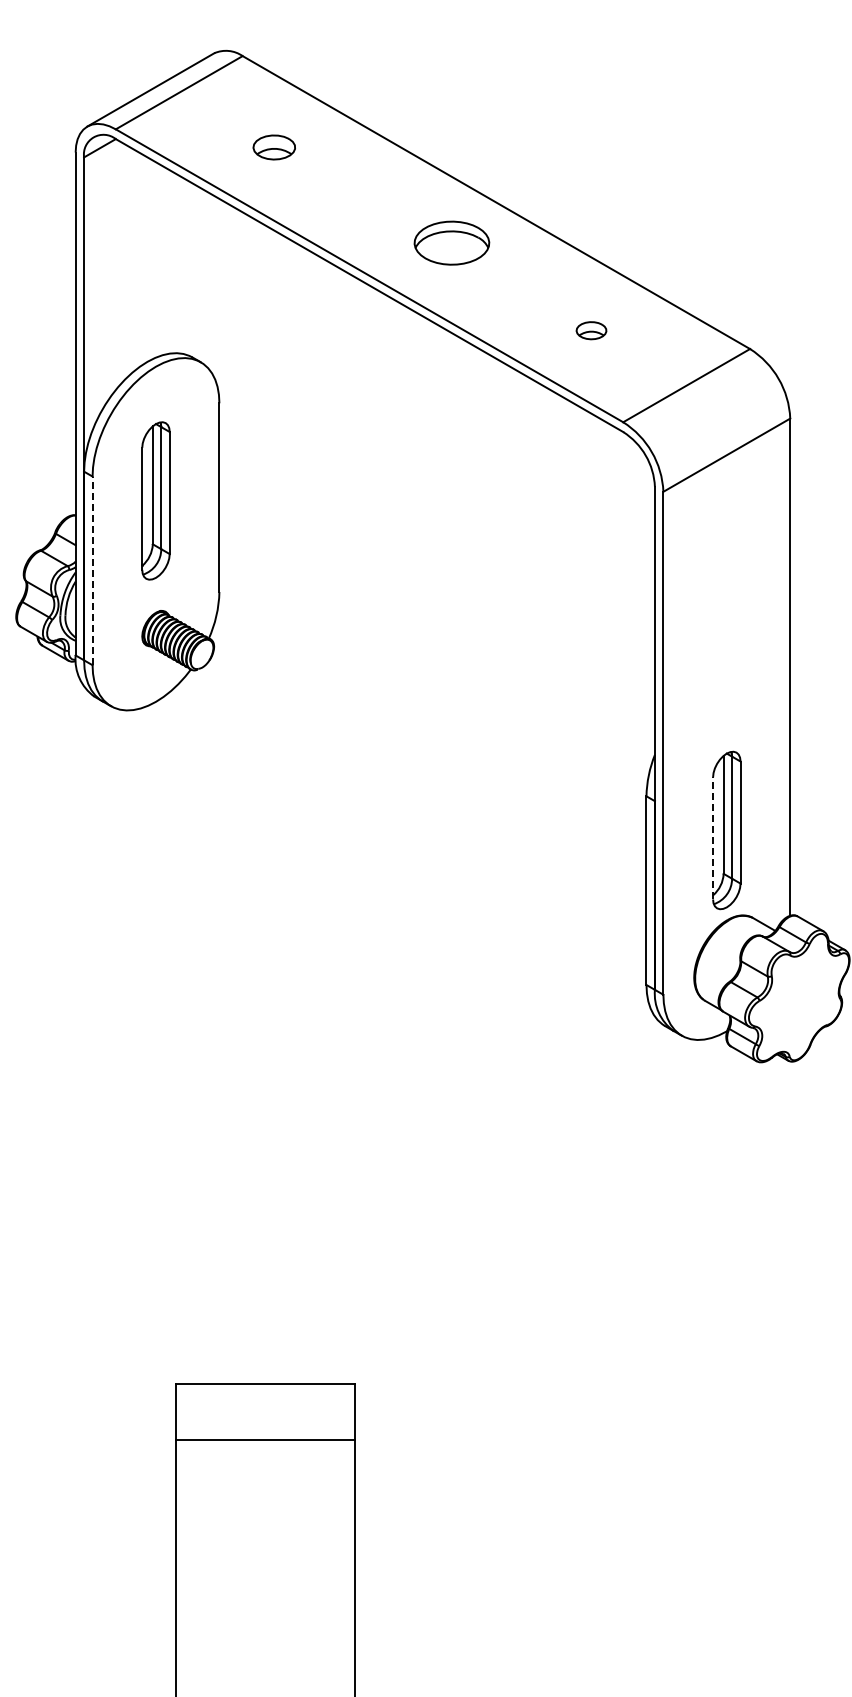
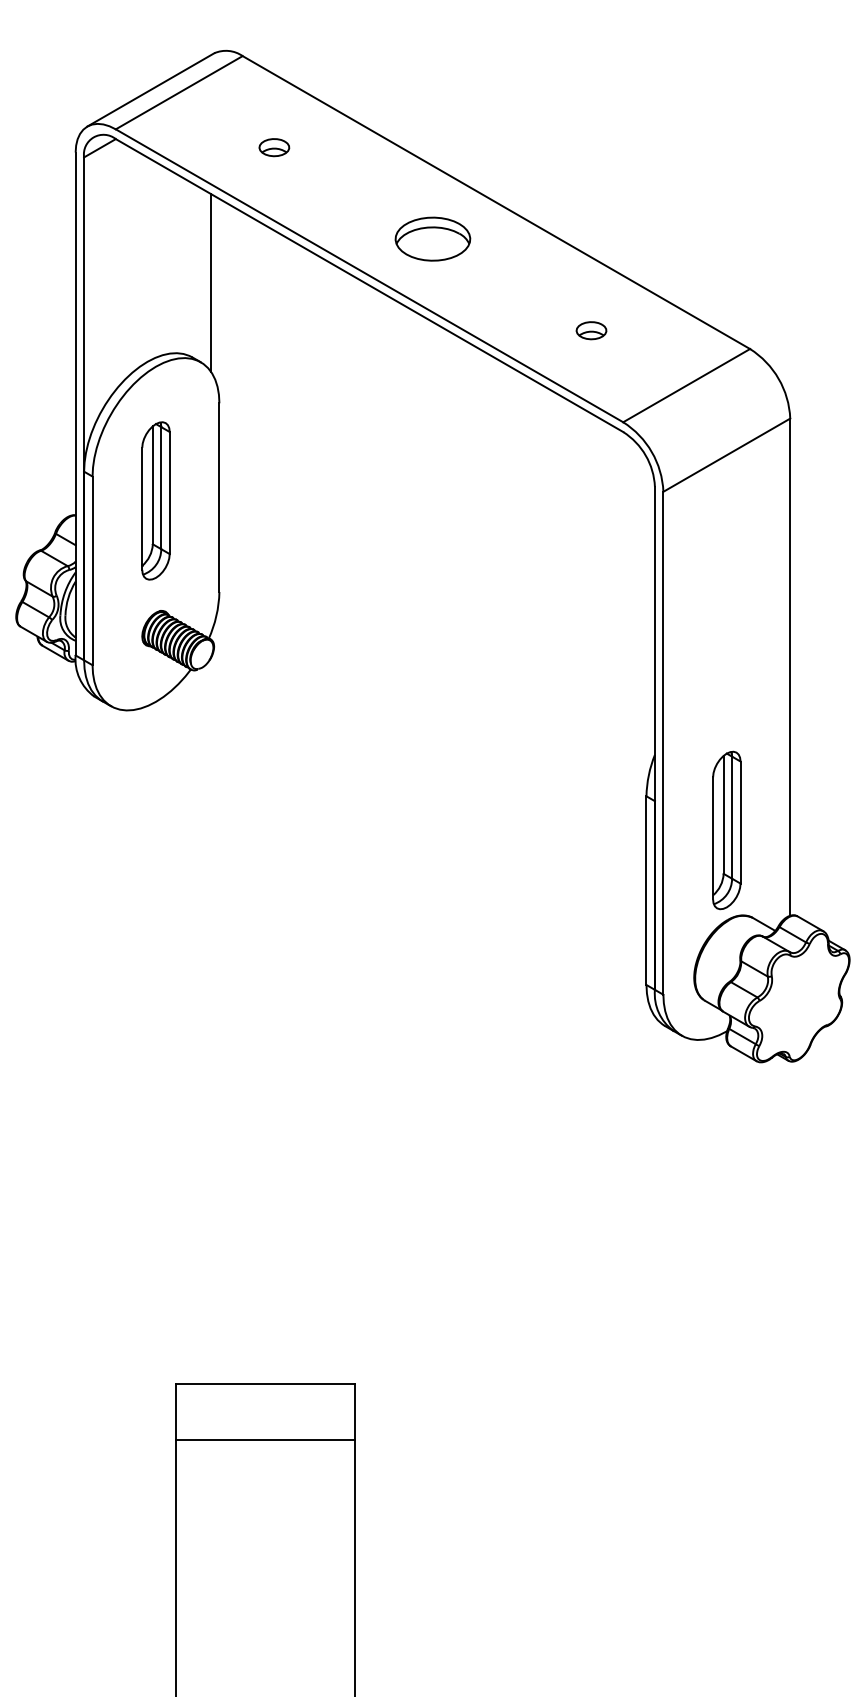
part at (273, 147) size: 44x27 px -> 33x20 px
part at (451, 242) position: (451, 242) -> (432, 238)
line at (210, 282): none -> present
line at (92, 570): dashed -> solid
line at (713, 837): dashed -> solid
